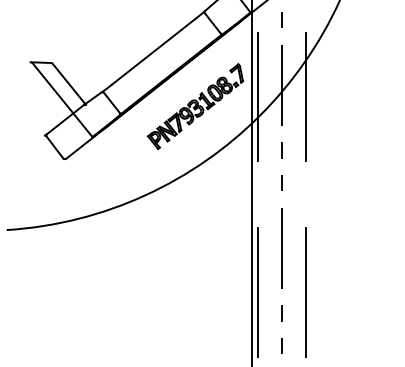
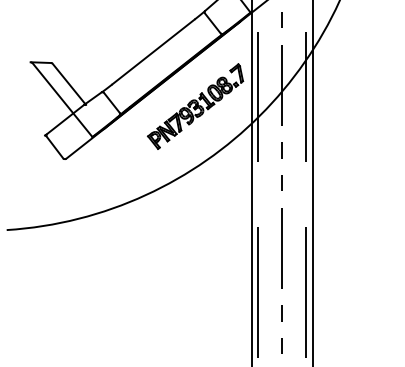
line at (312, 182): none -> present
